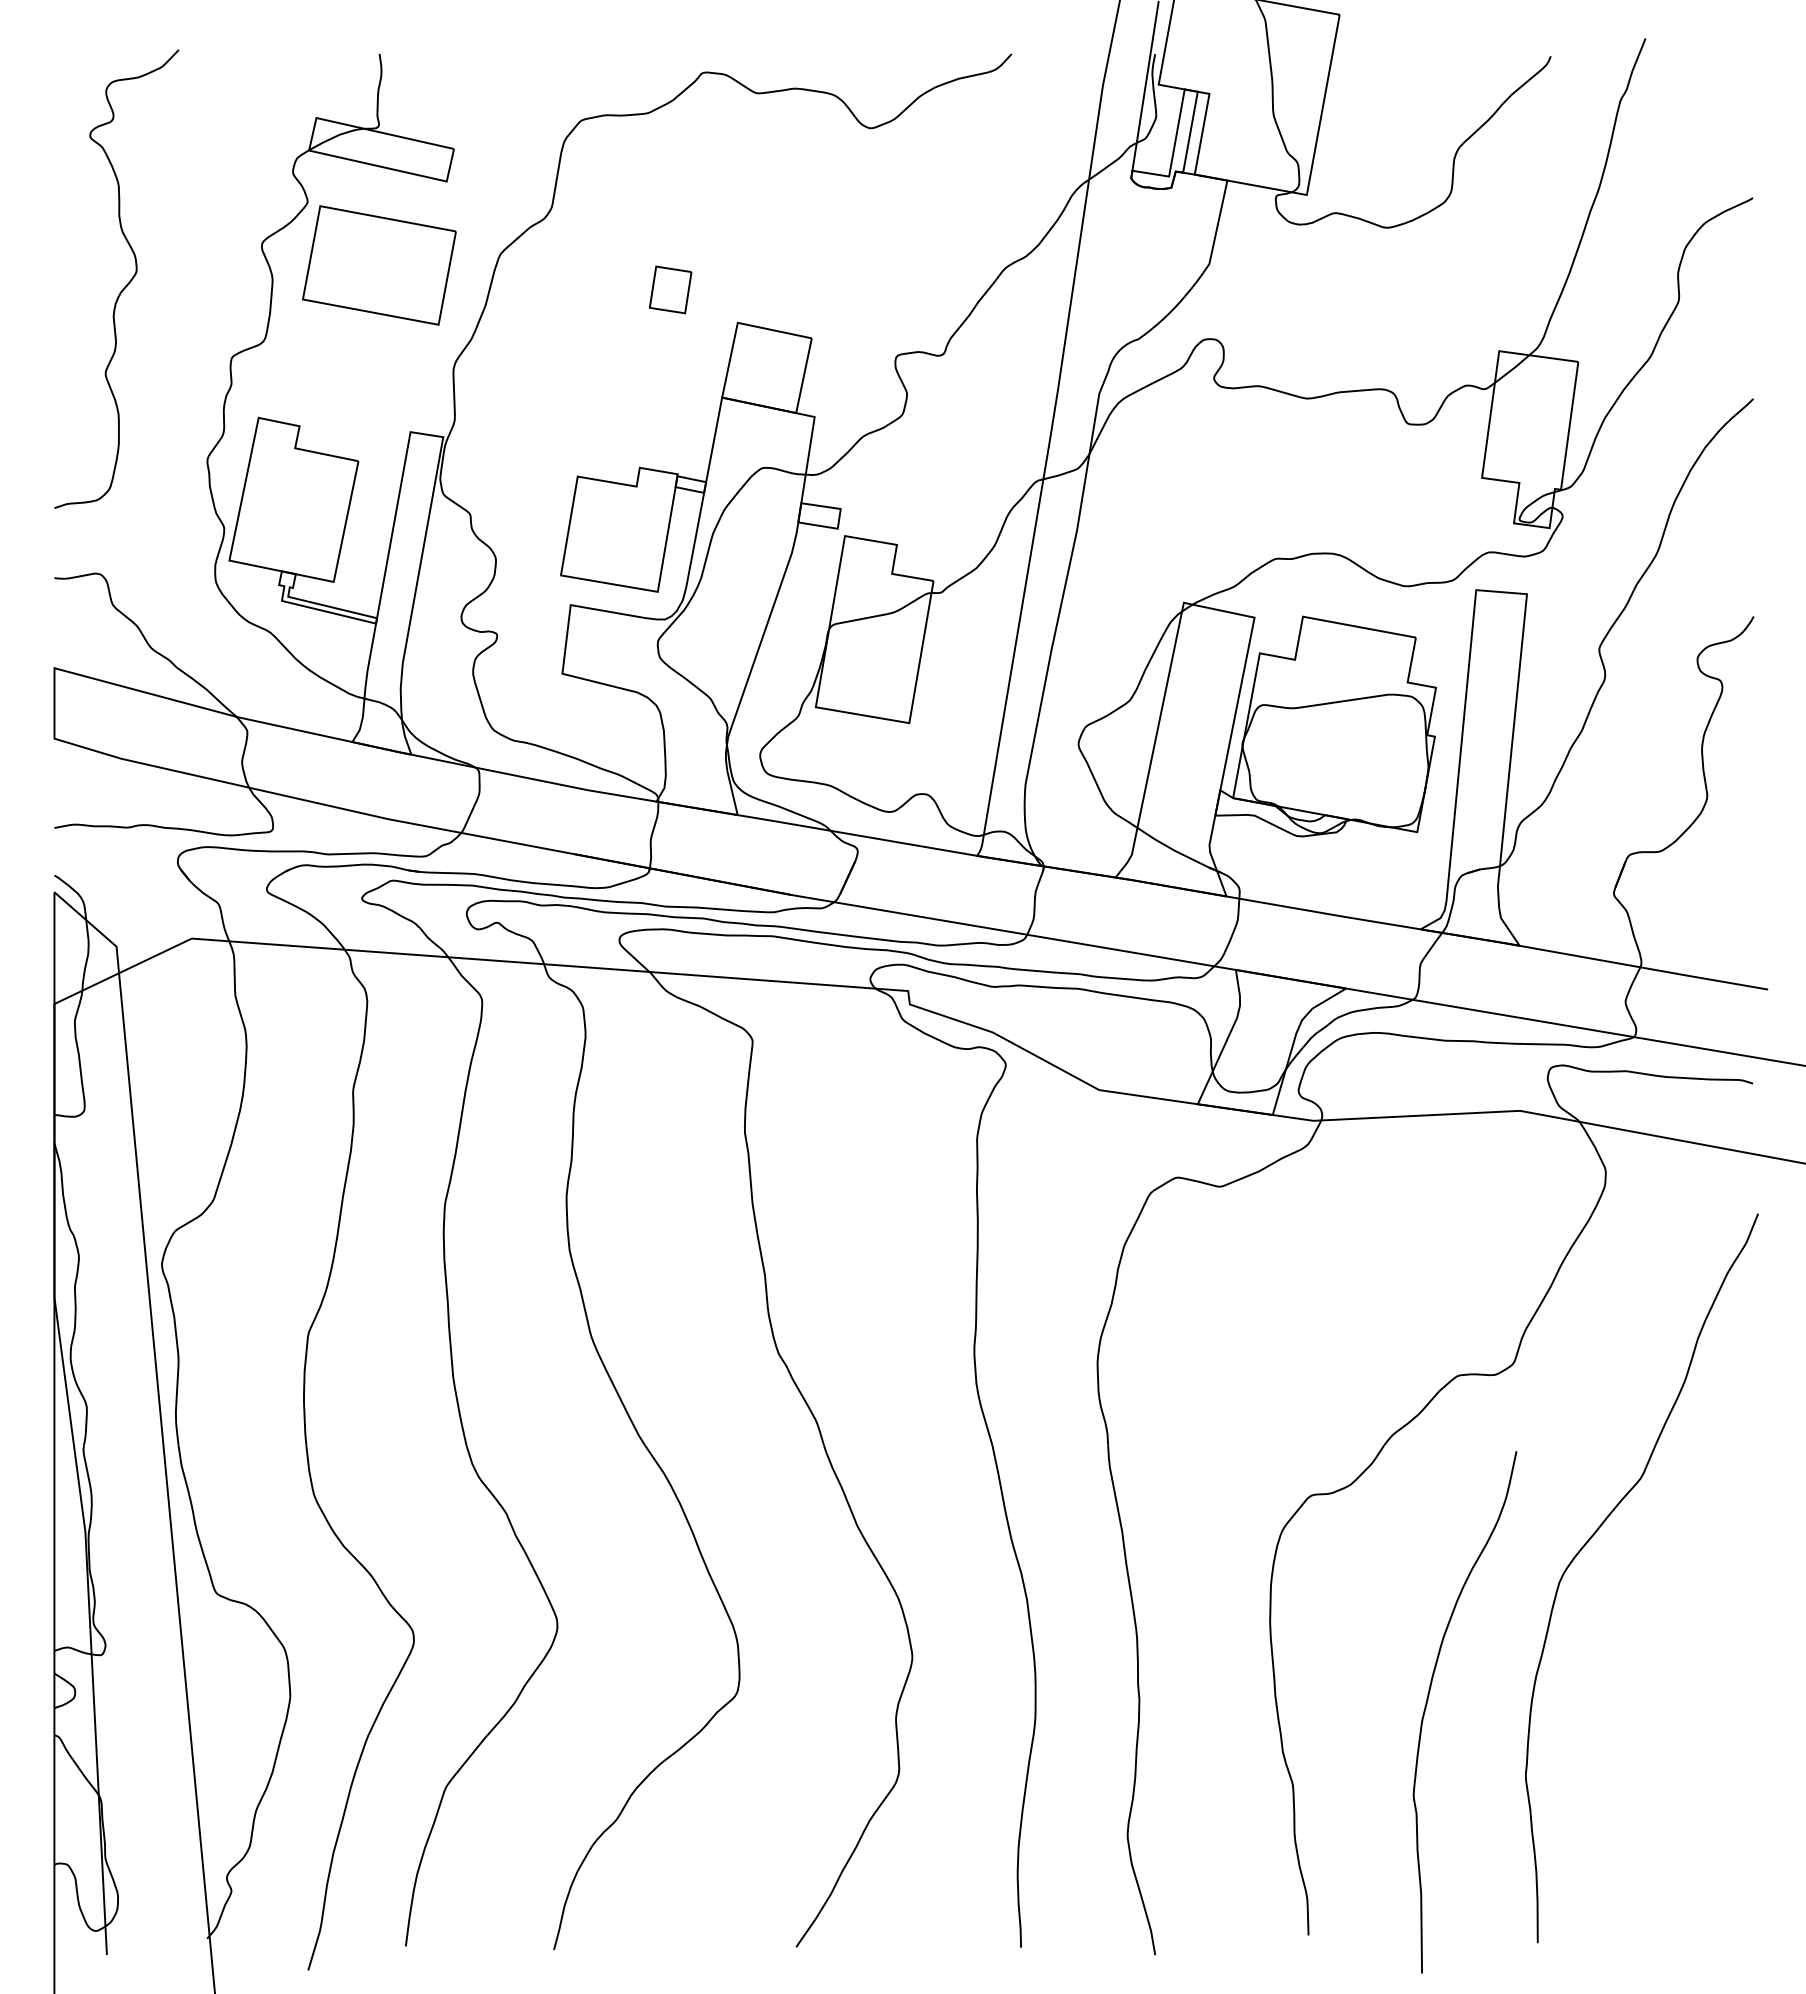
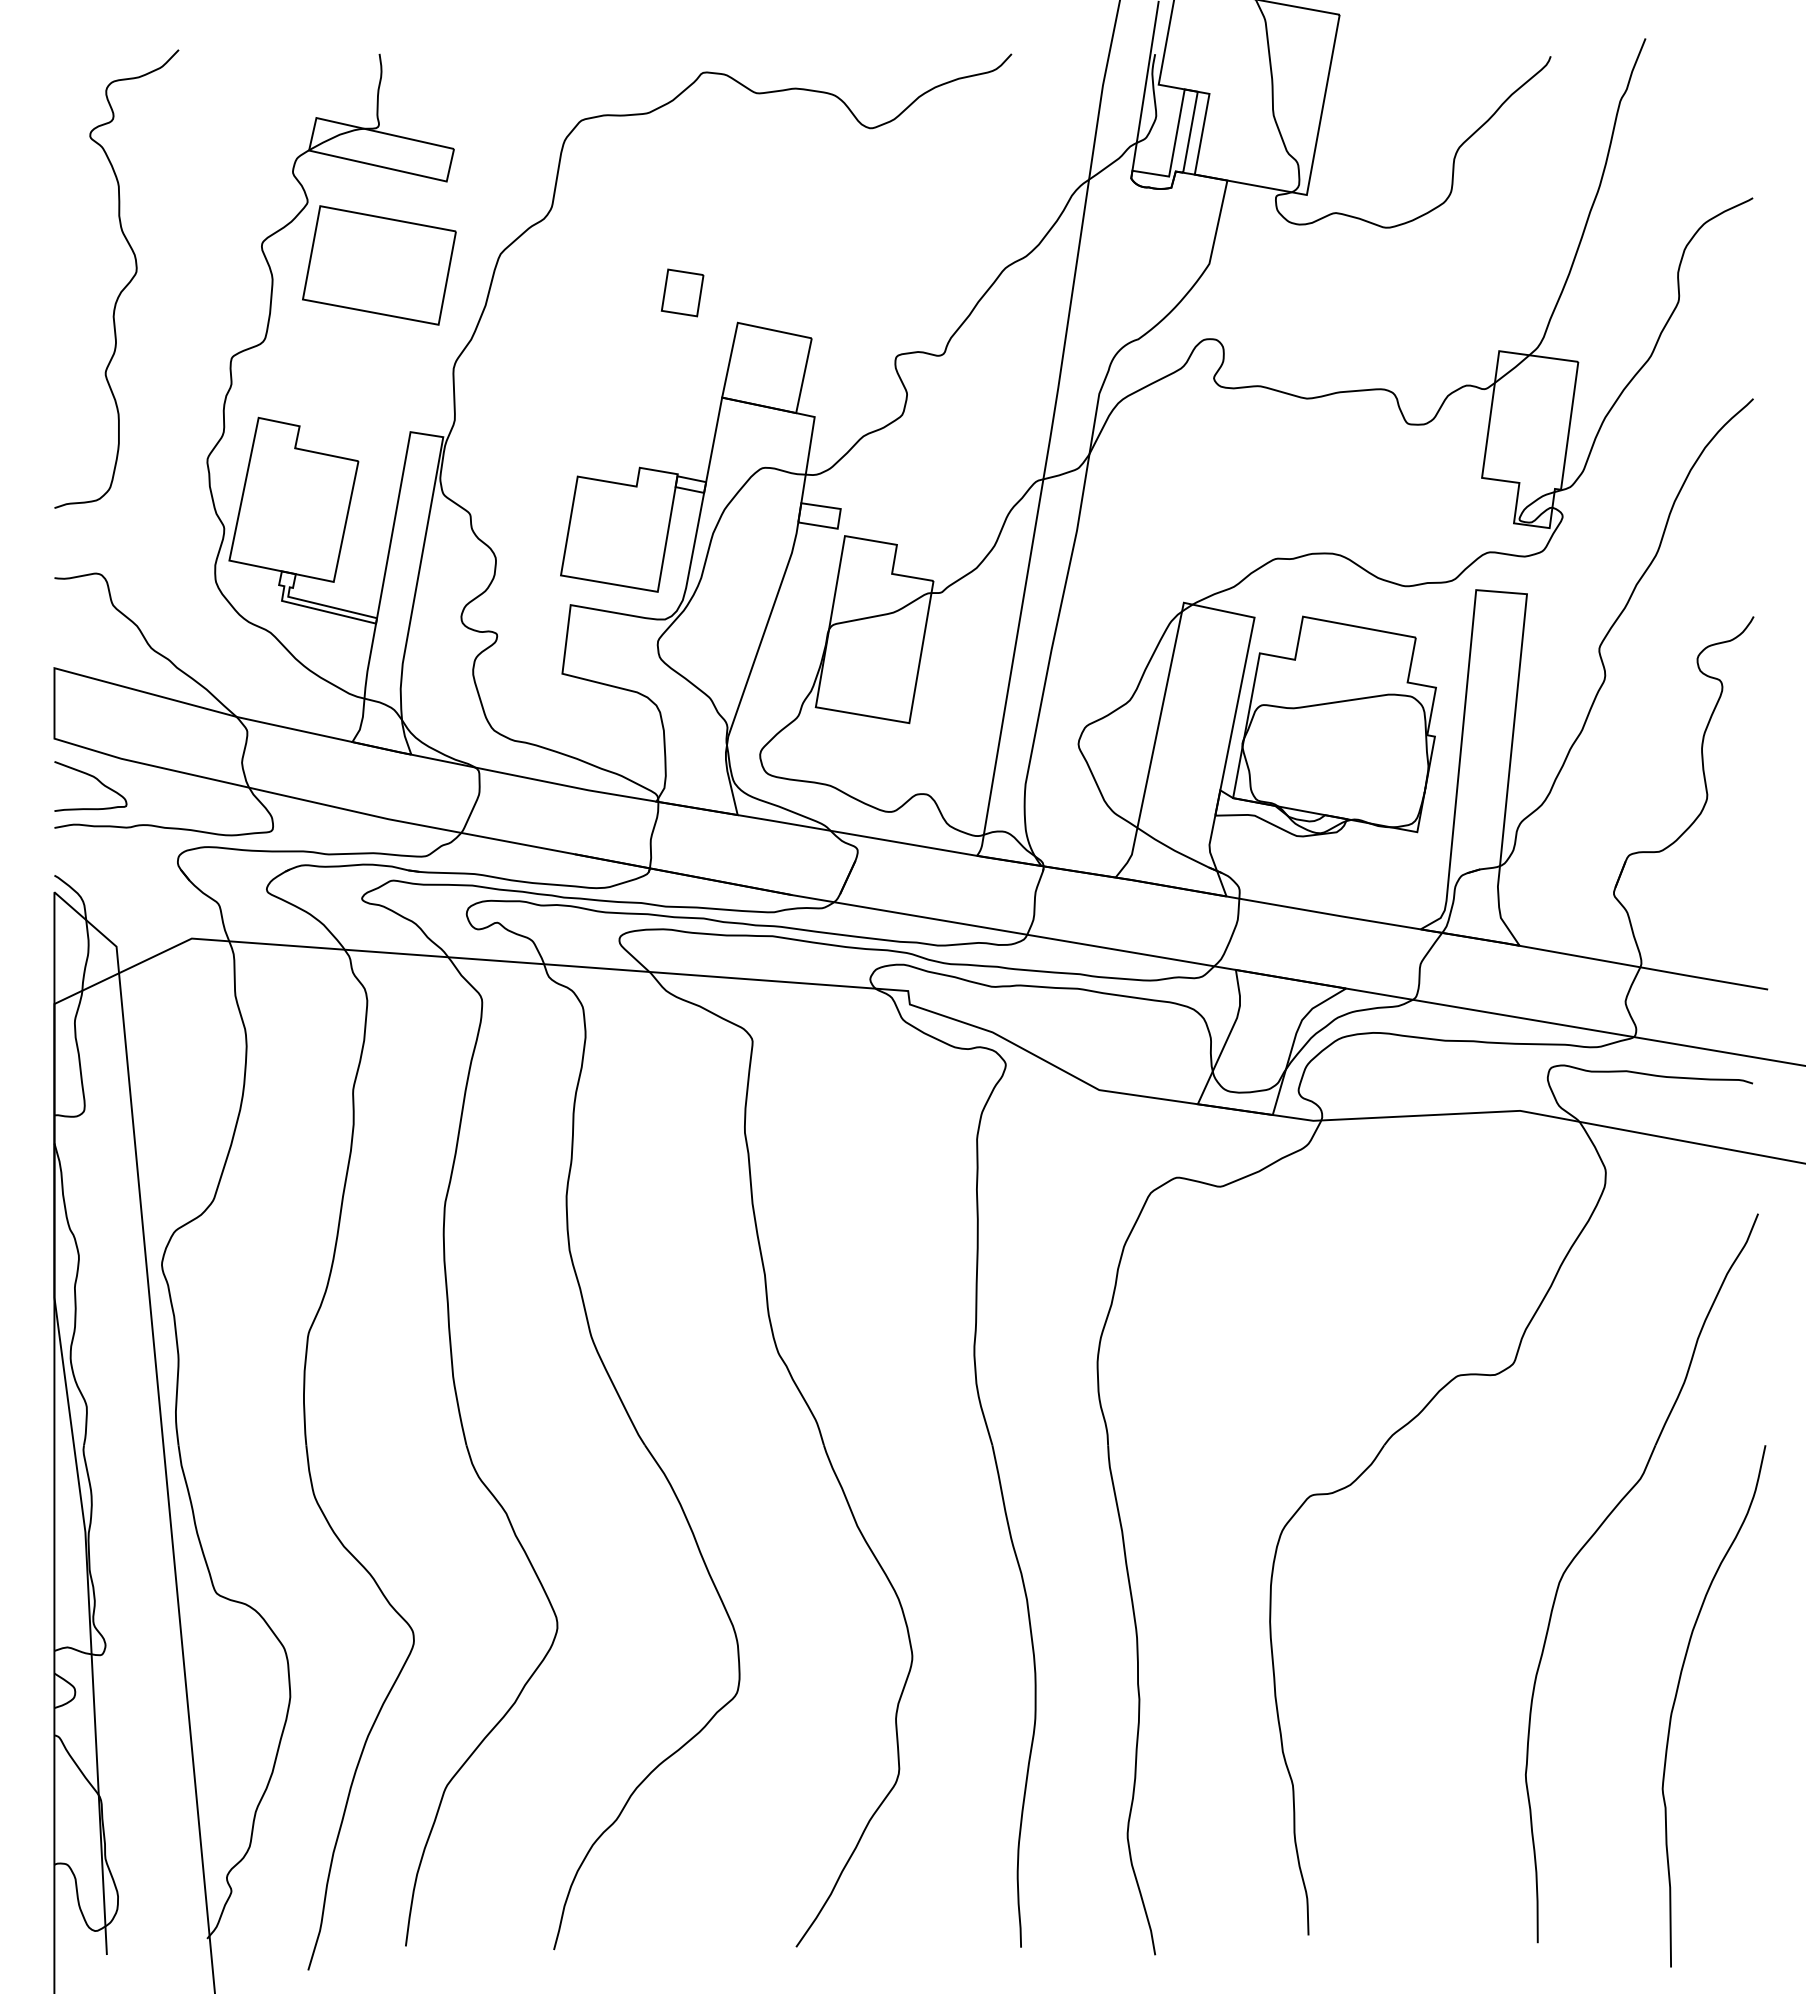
part at (670, 289) position: (670, 289) -> (682, 292)
curve at (95, 779): none -> present
curve at (1427, 1704) position: (1427, 1704) -> (1676, 1698)
